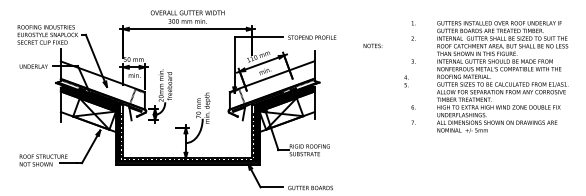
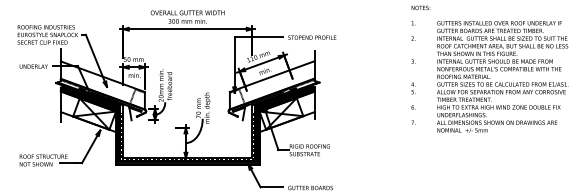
text at (372, 45) position: (372, 45) -> (420, 7)
text at (406, 81) position: (406, 81) -> (413, 88)
